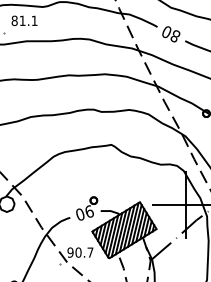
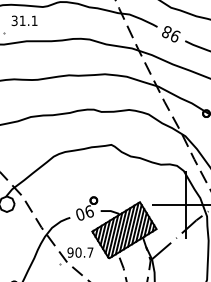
text at (14, 20): 81.1 -> 31.1
text at (171, 33): 80 -> 98
